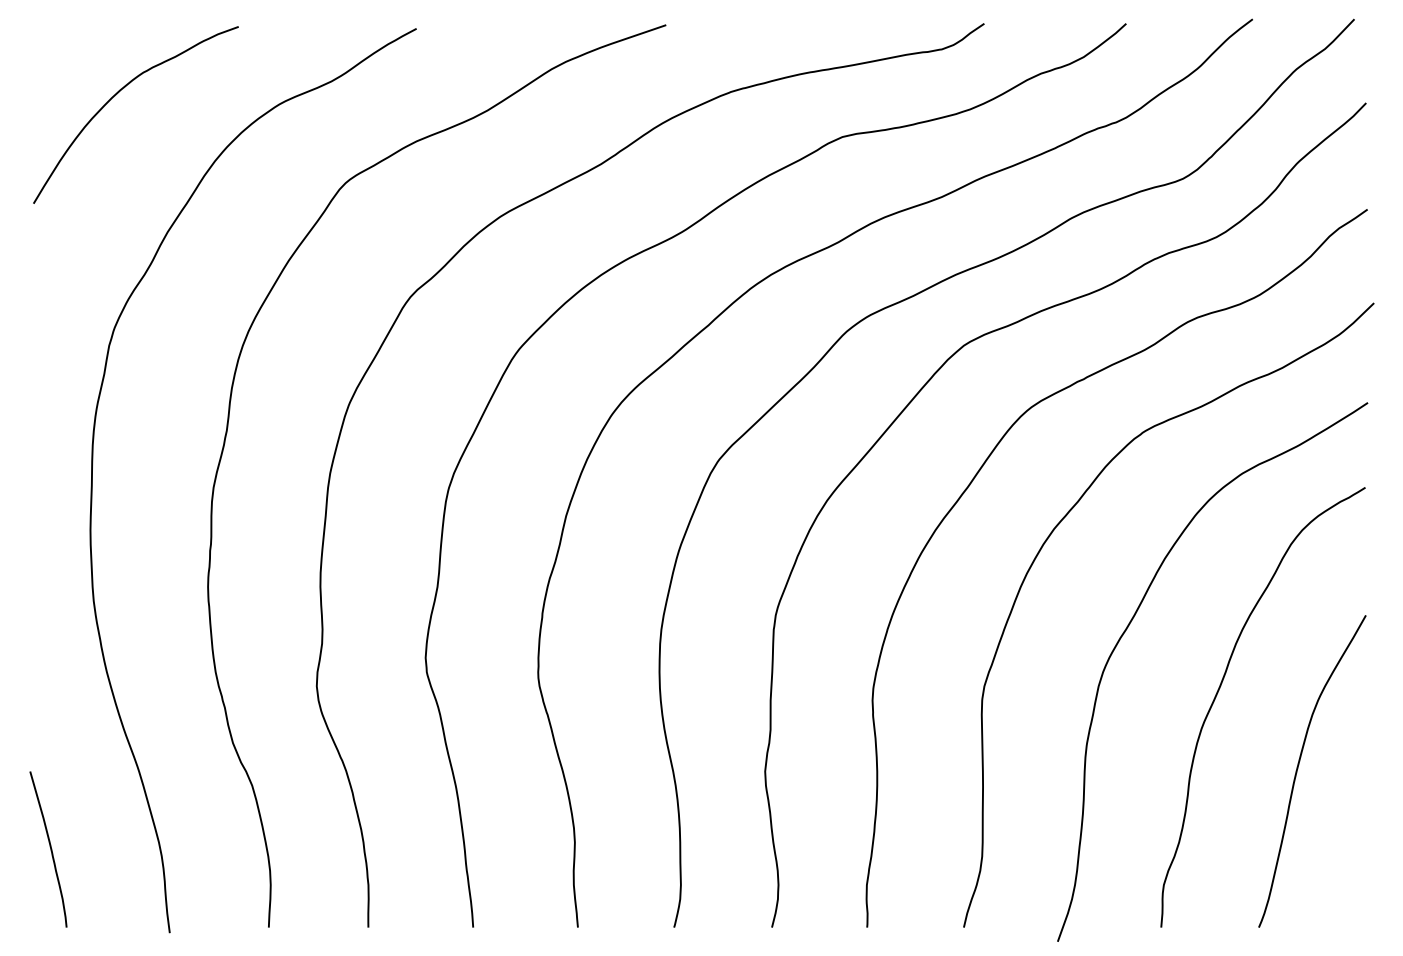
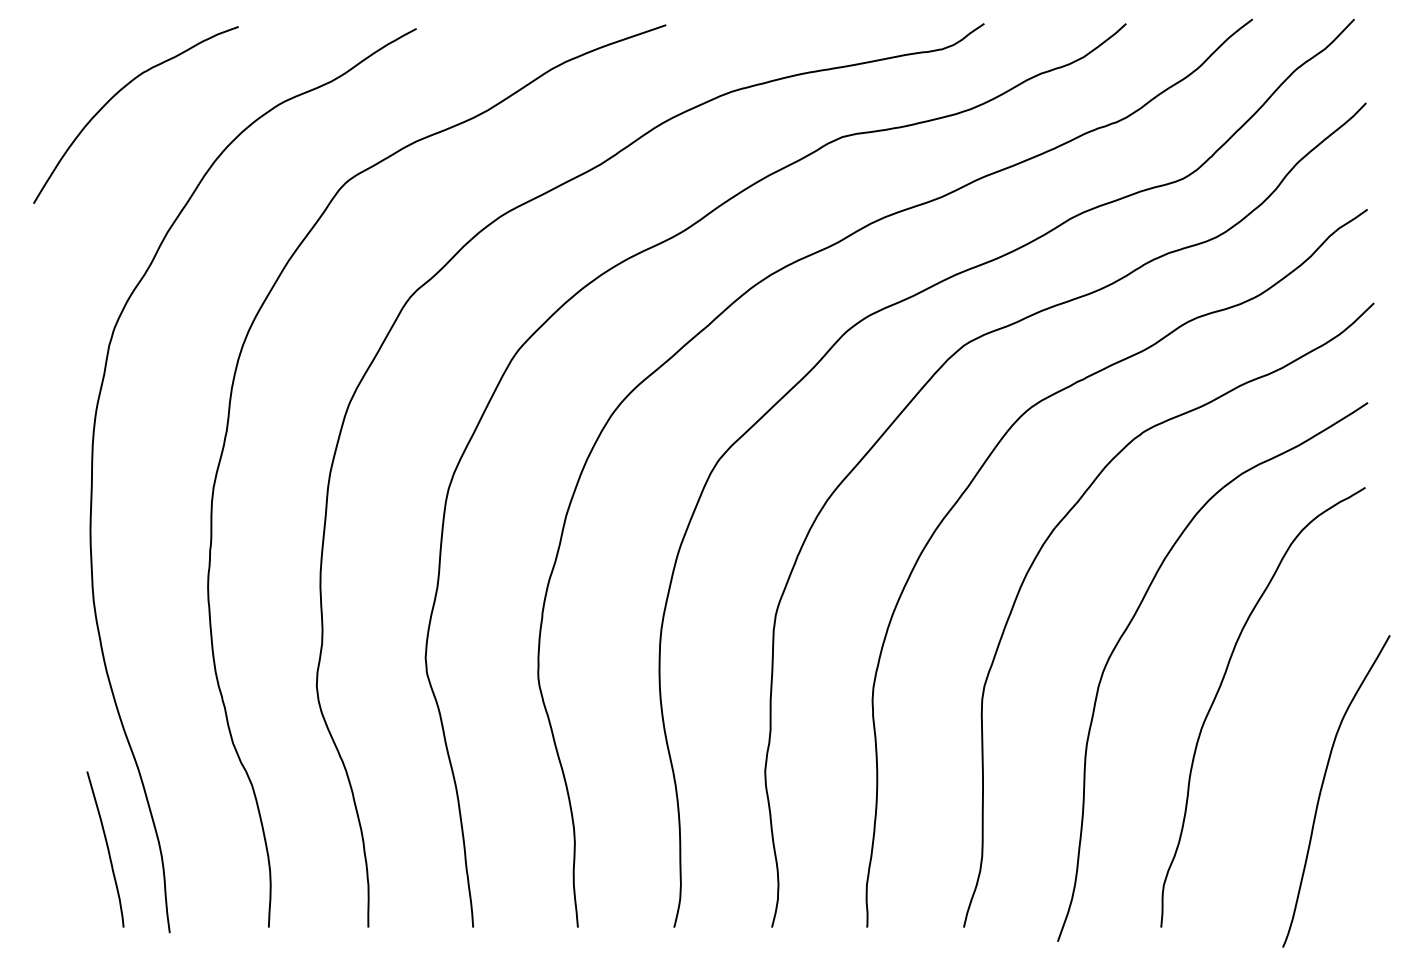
curve at (1299, 765) position: (1299, 765) -> (1323, 785)
curve at (50, 849) position: (50, 849) -> (107, 849)
